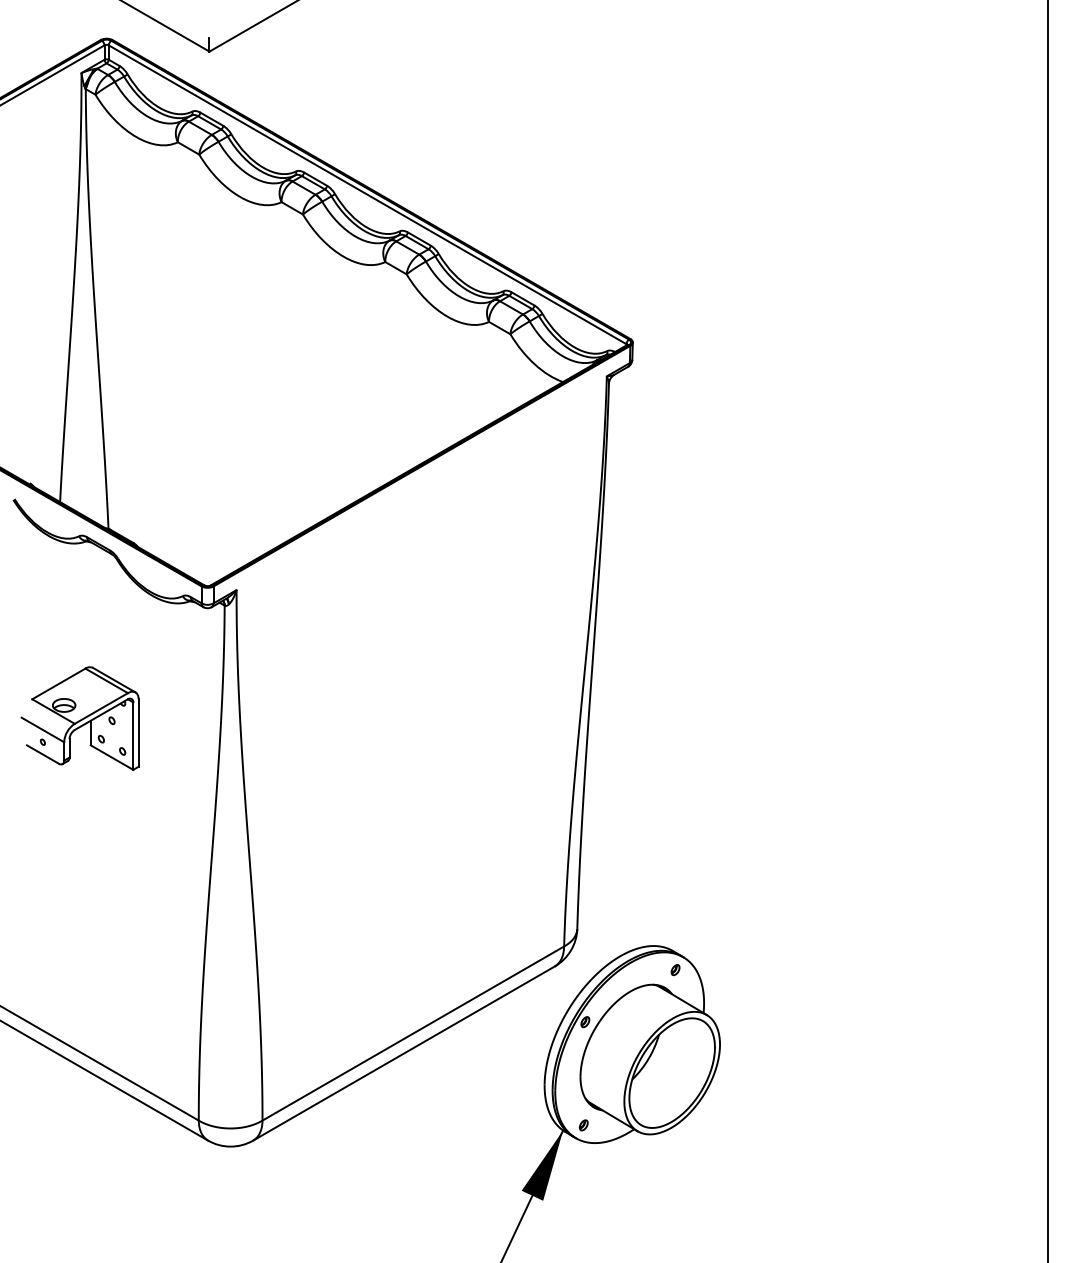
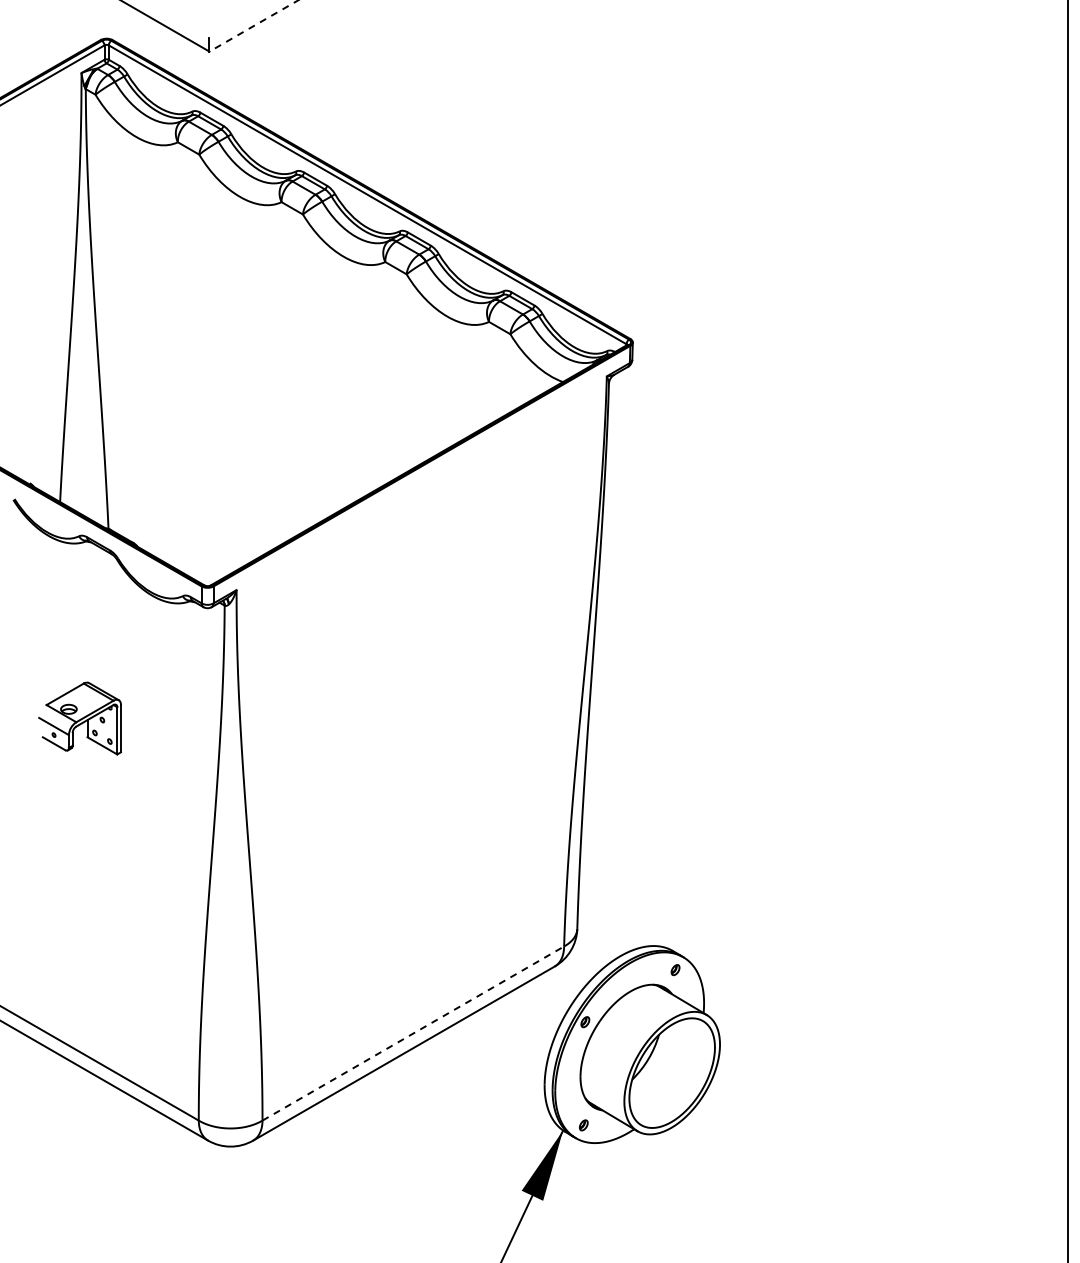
line at (253, 26): solid -> dashed
line at (1047, 630) position: (1047, 630) -> (1067, 630)
part at (79, 718) size: 120x105 px -> 85x75 px
line at (413, 1033): solid -> dashed
